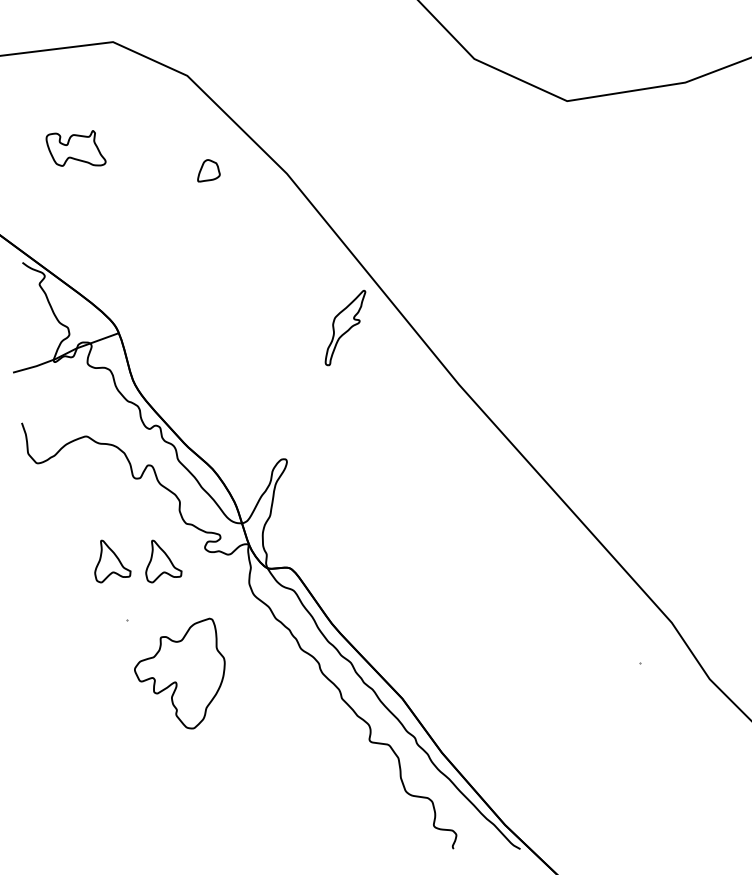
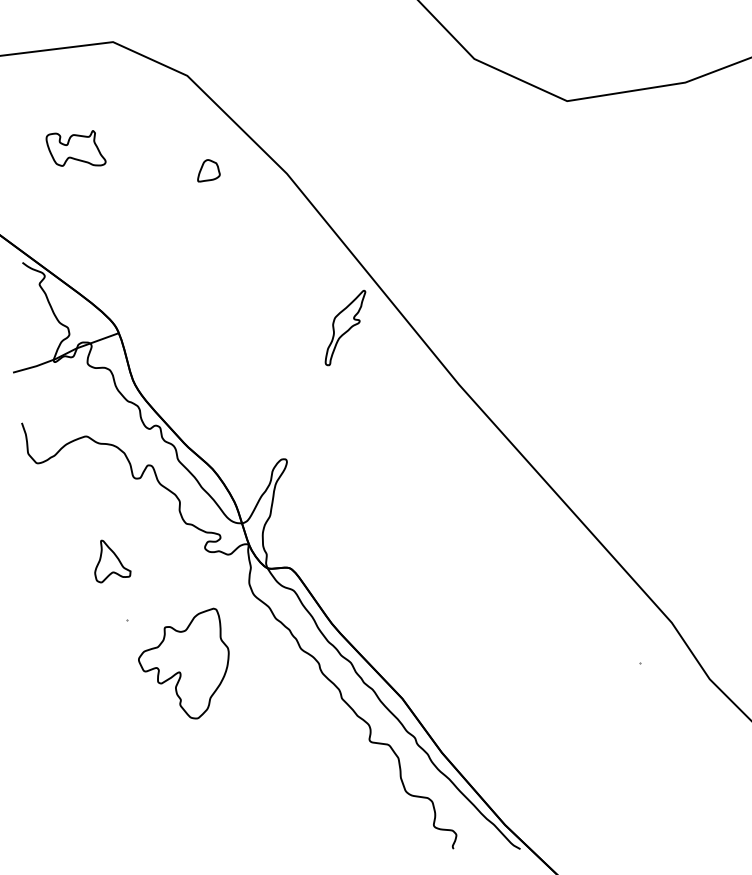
part at (163, 561): present -> none
part at (179, 673) position: (179, 673) -> (183, 663)
